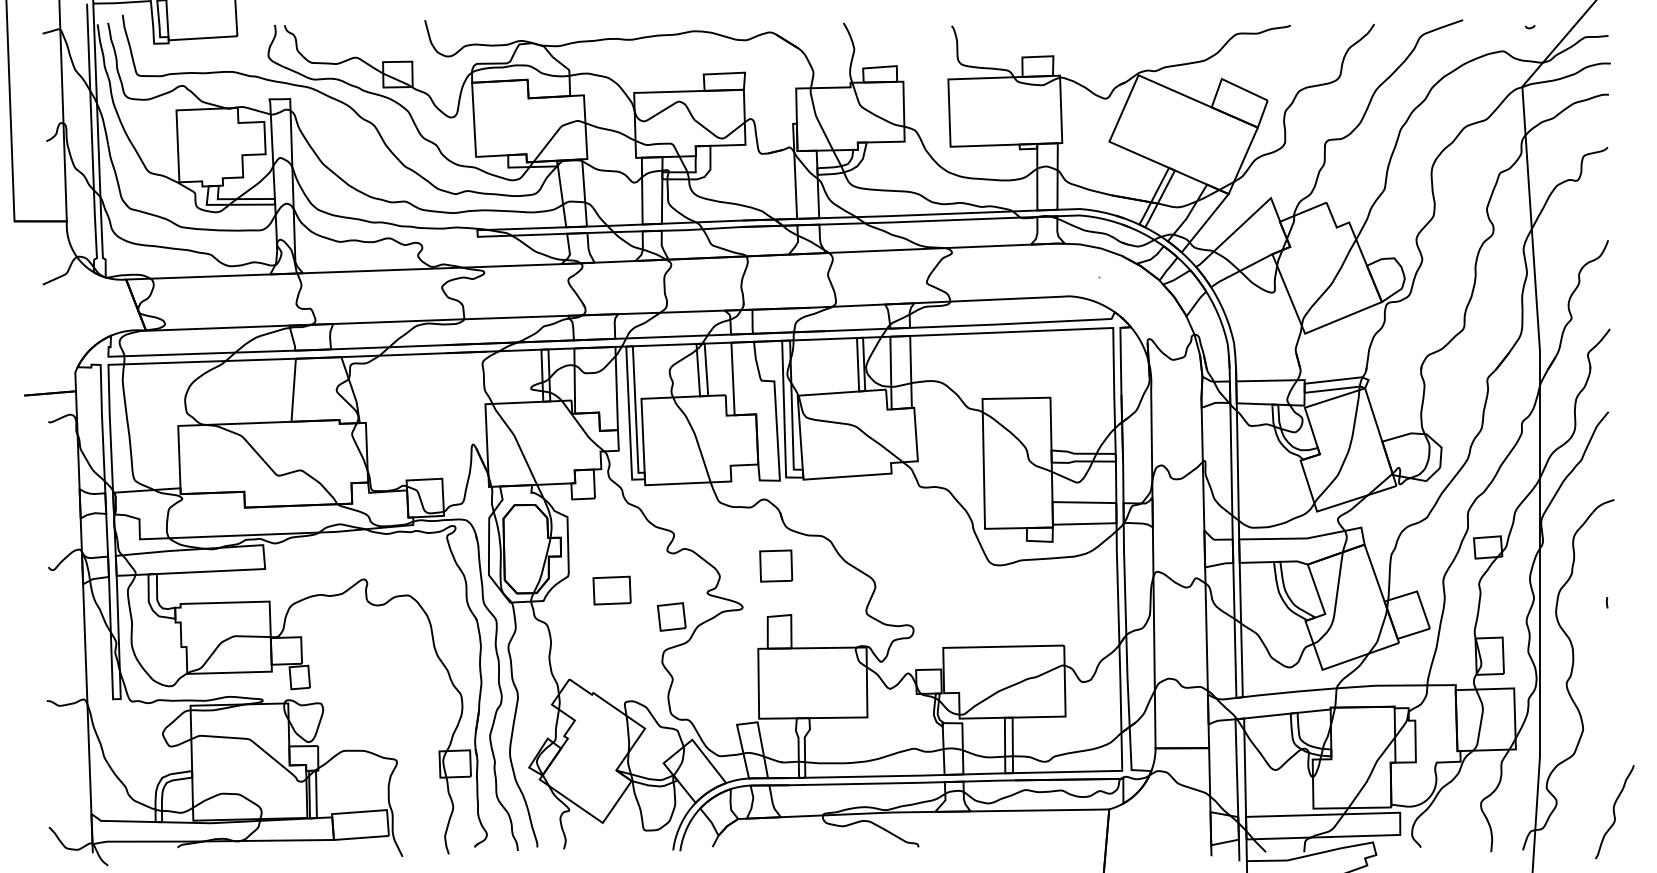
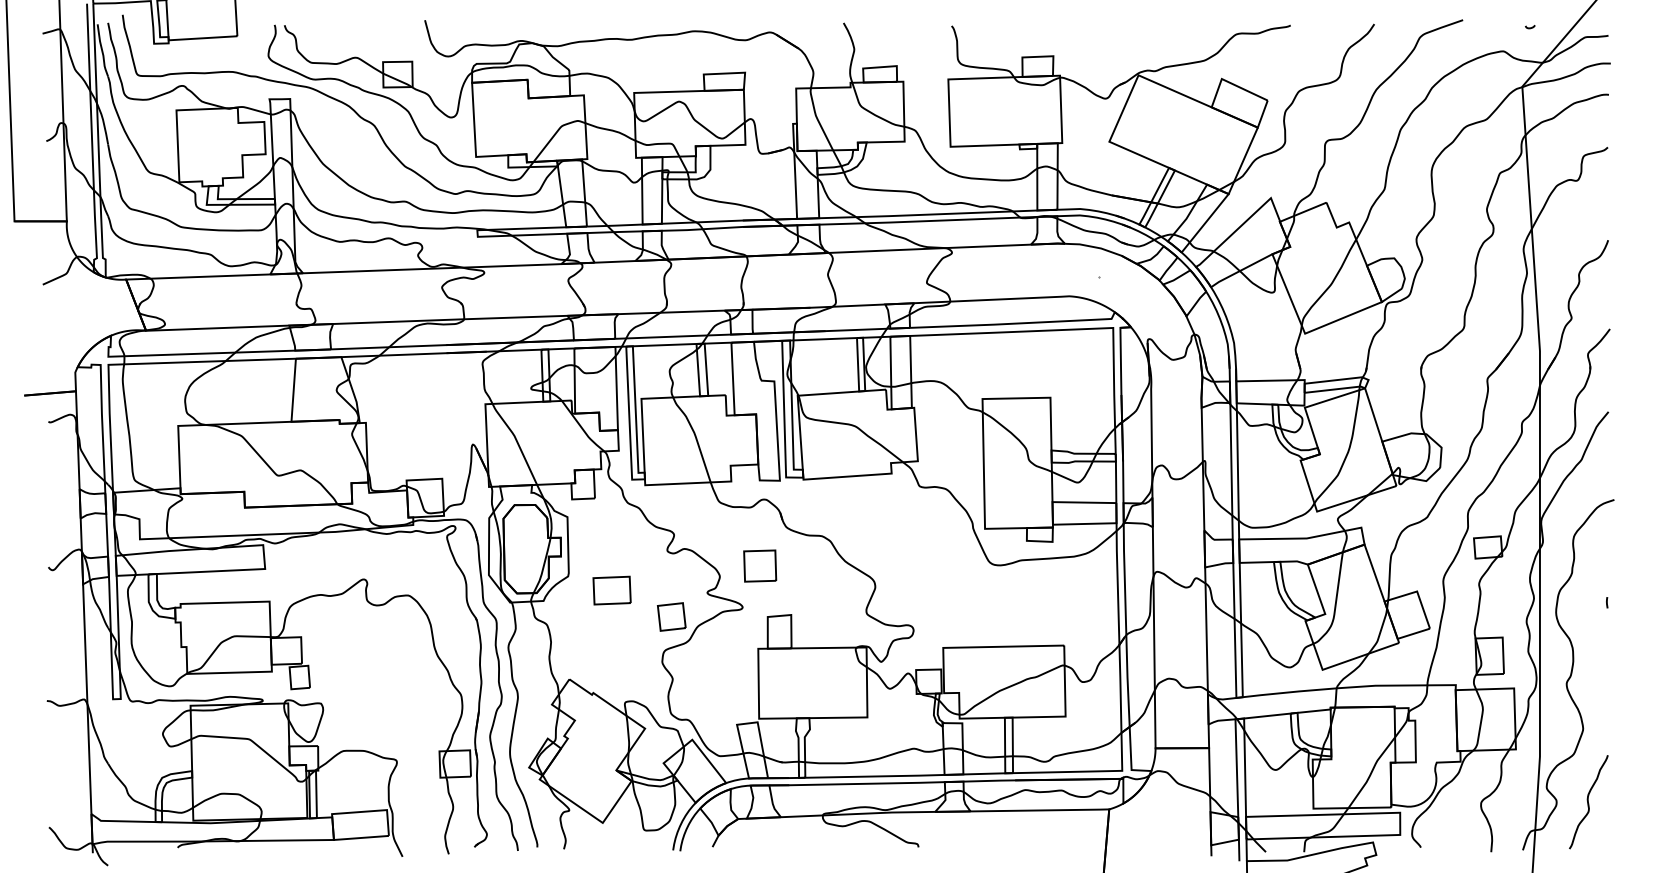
part at (776, 565) position: (776, 565) -> (760, 565)
curve at (1614, 812) position: (1614, 812) -> (1588, 802)
